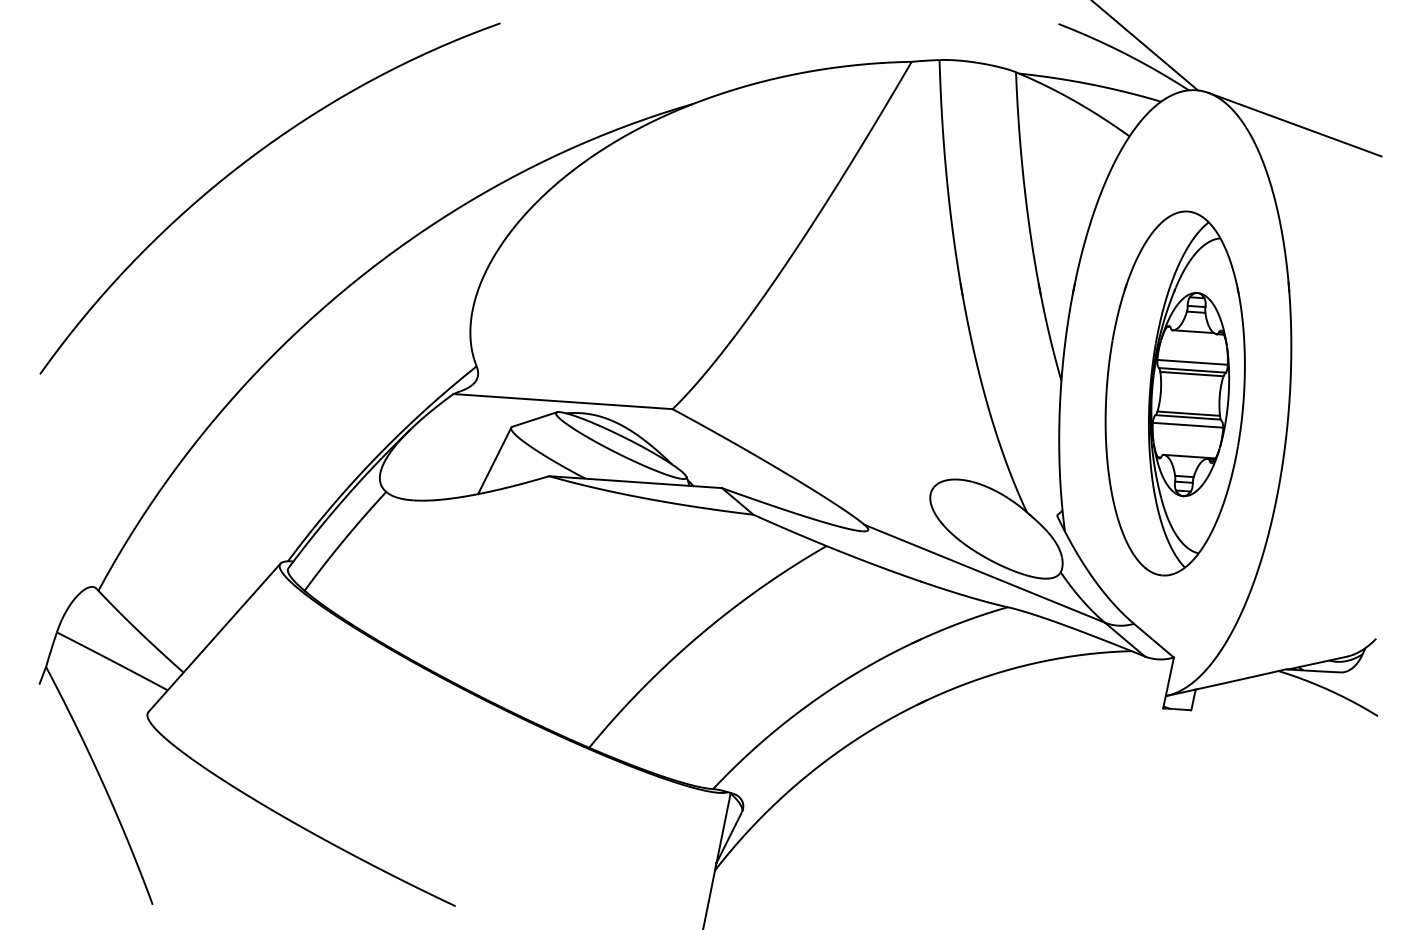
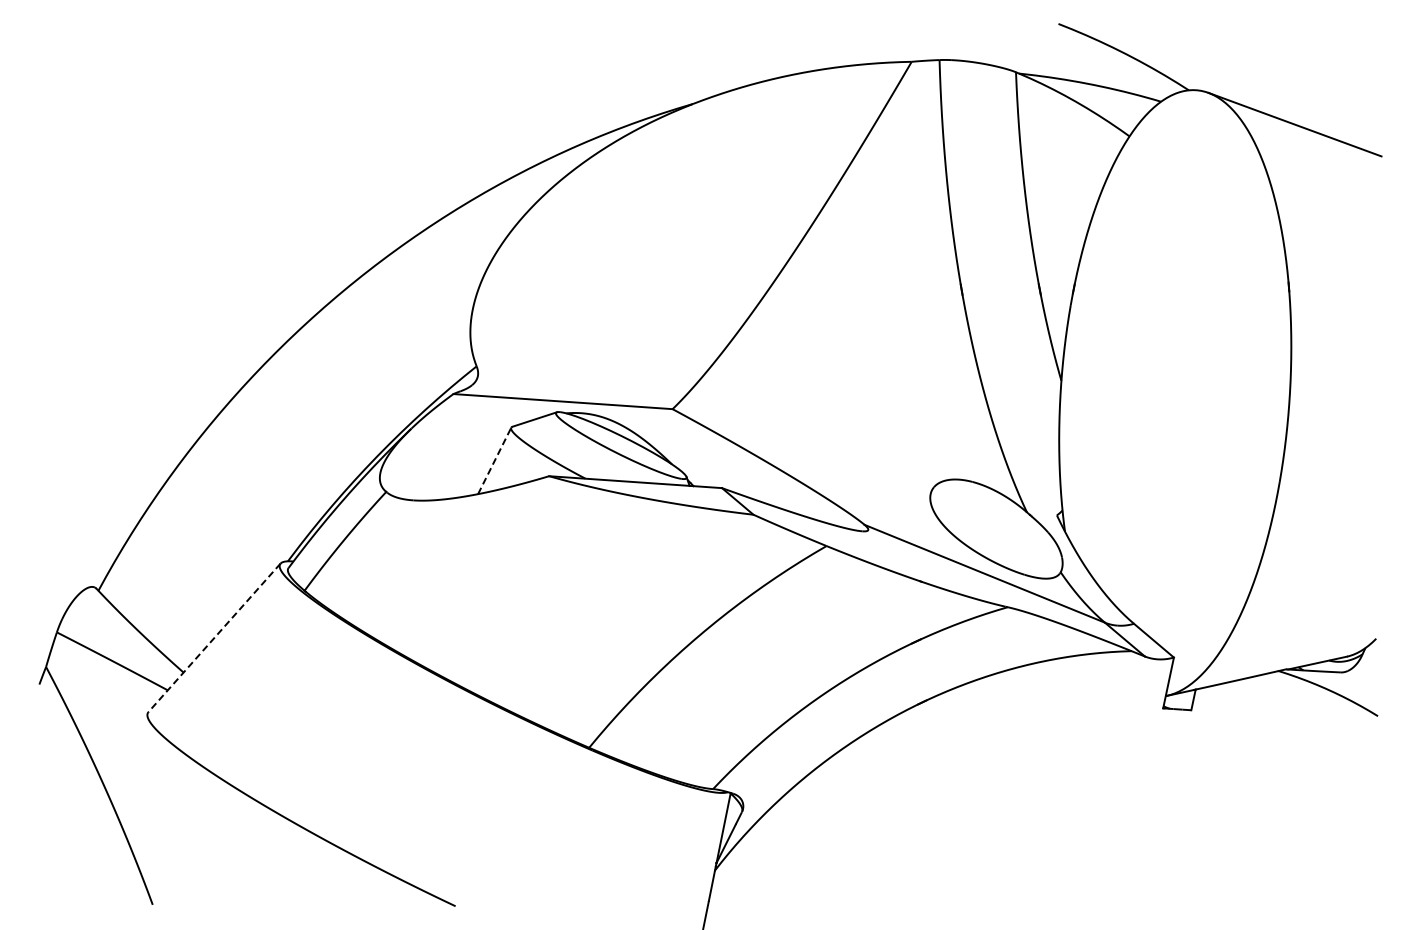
line at (1145, 46): present -> none
curve at (241, 166): present -> none
part at (1174, 393): present -> none
line at (494, 460): solid -> dashed
line at (214, 638): solid -> dashed
